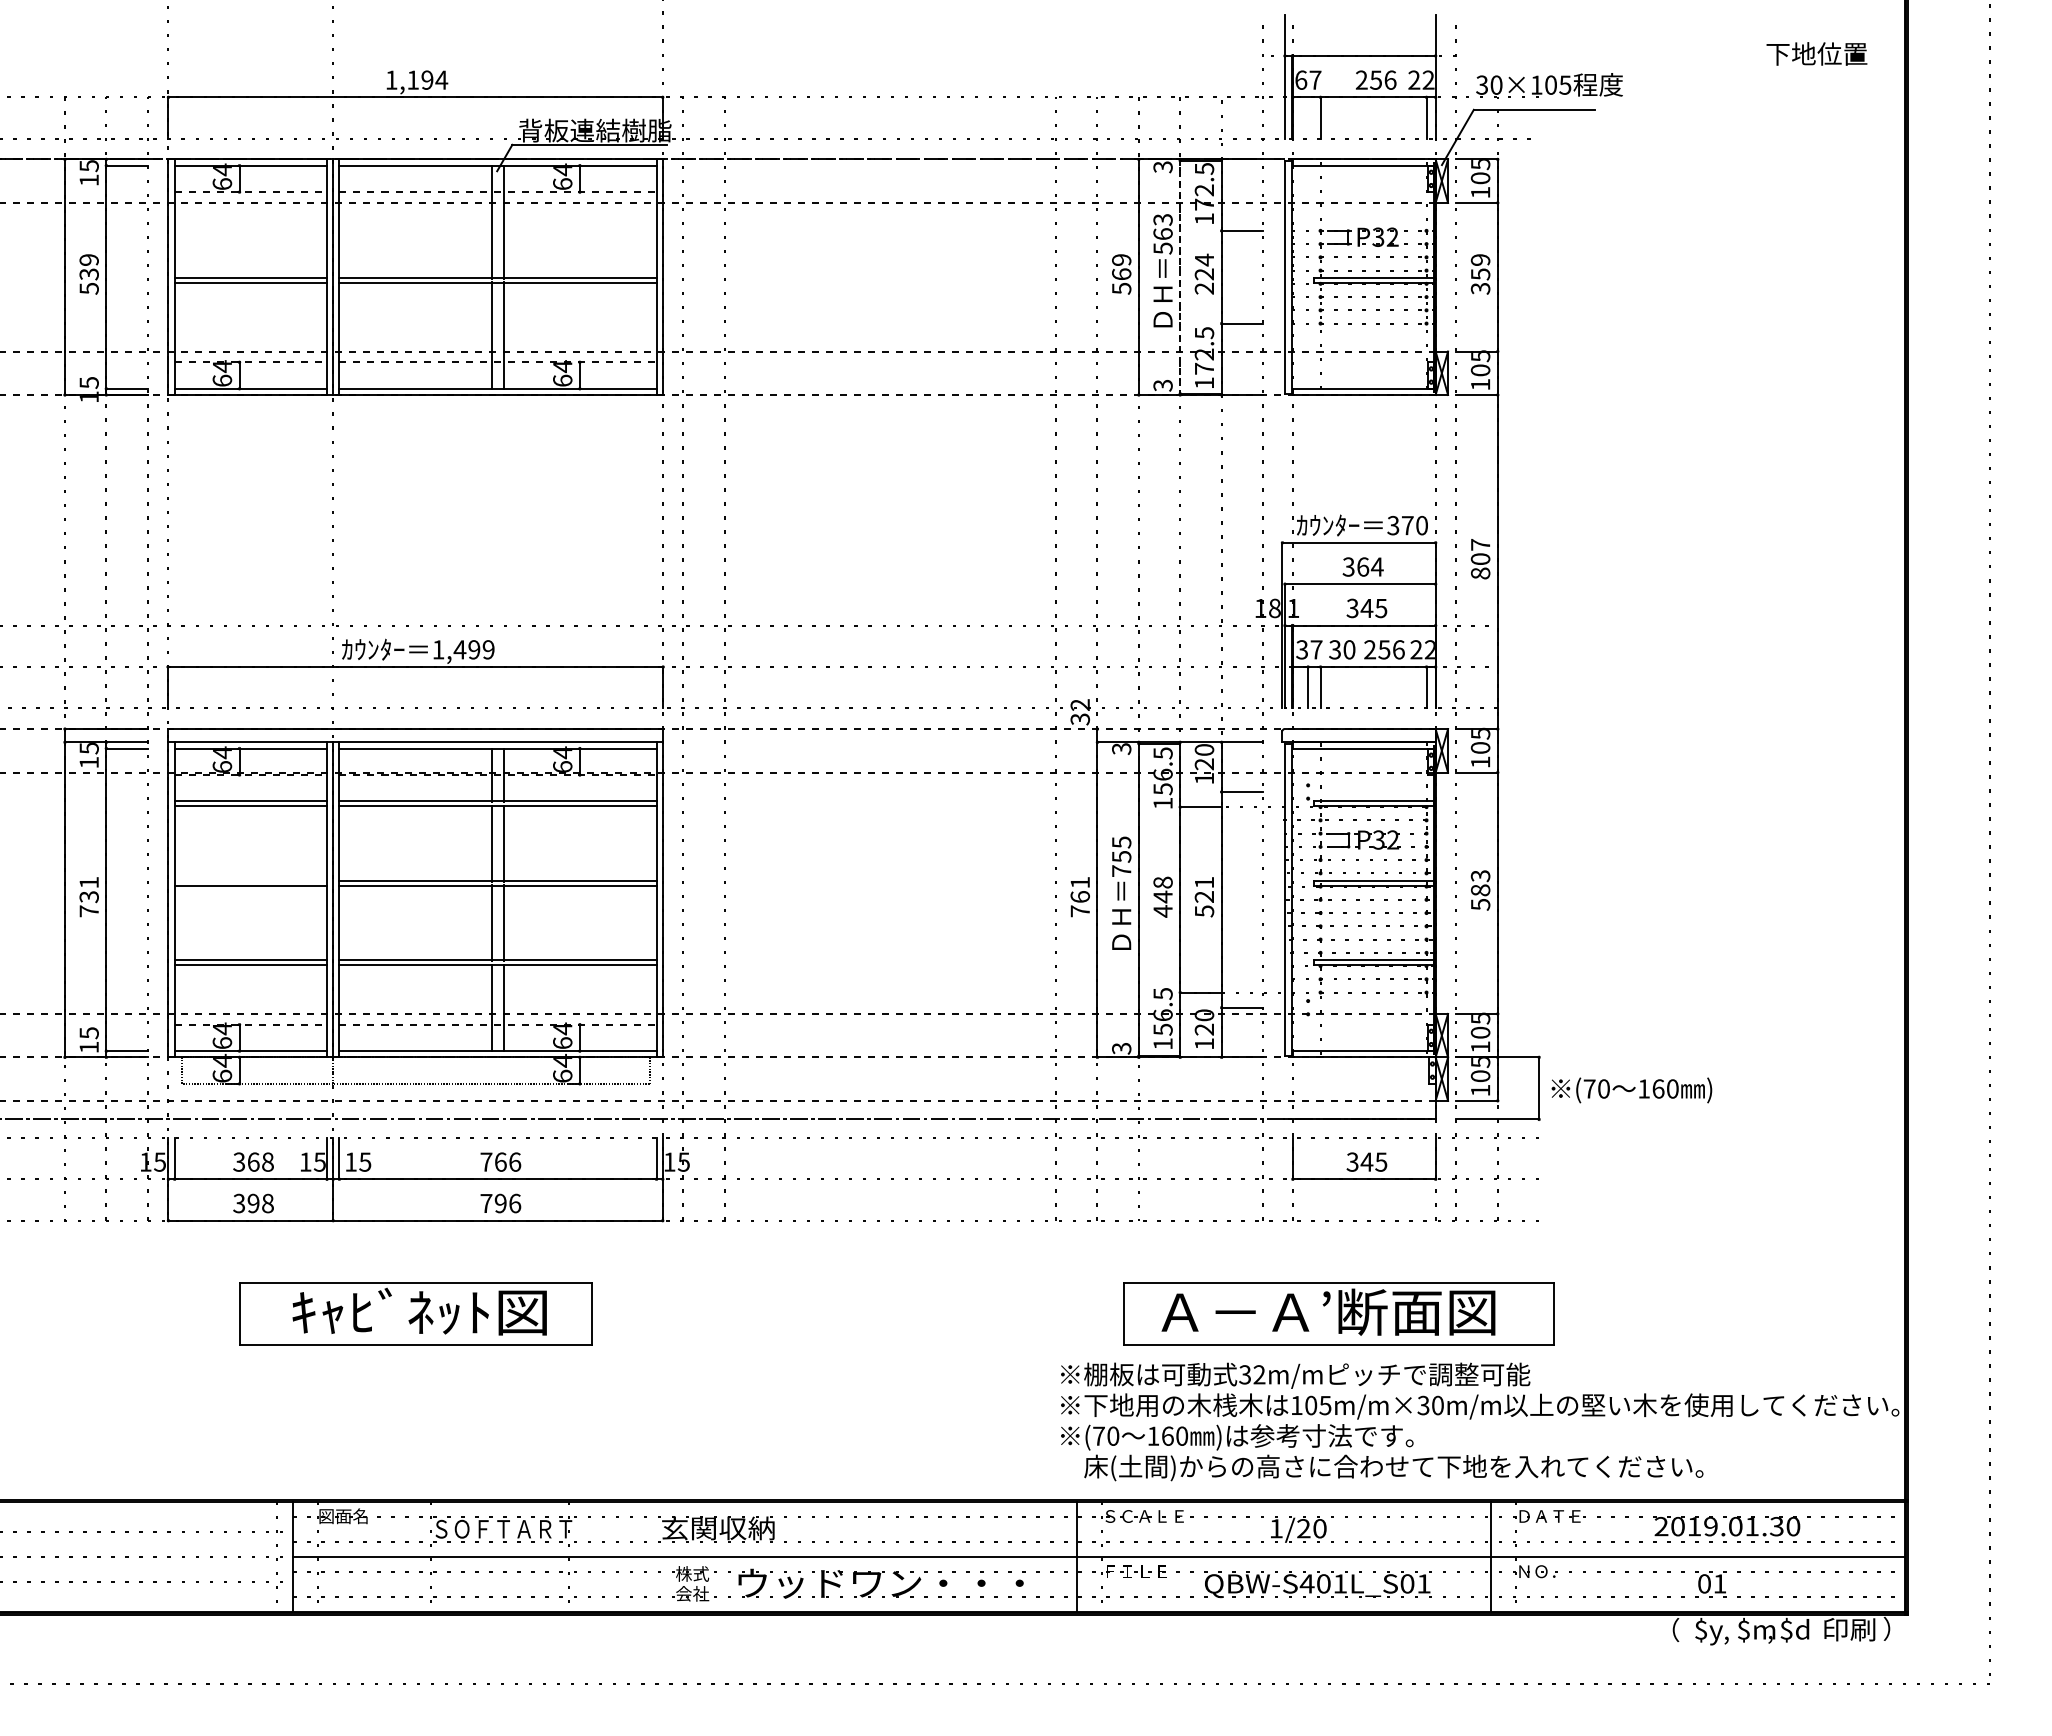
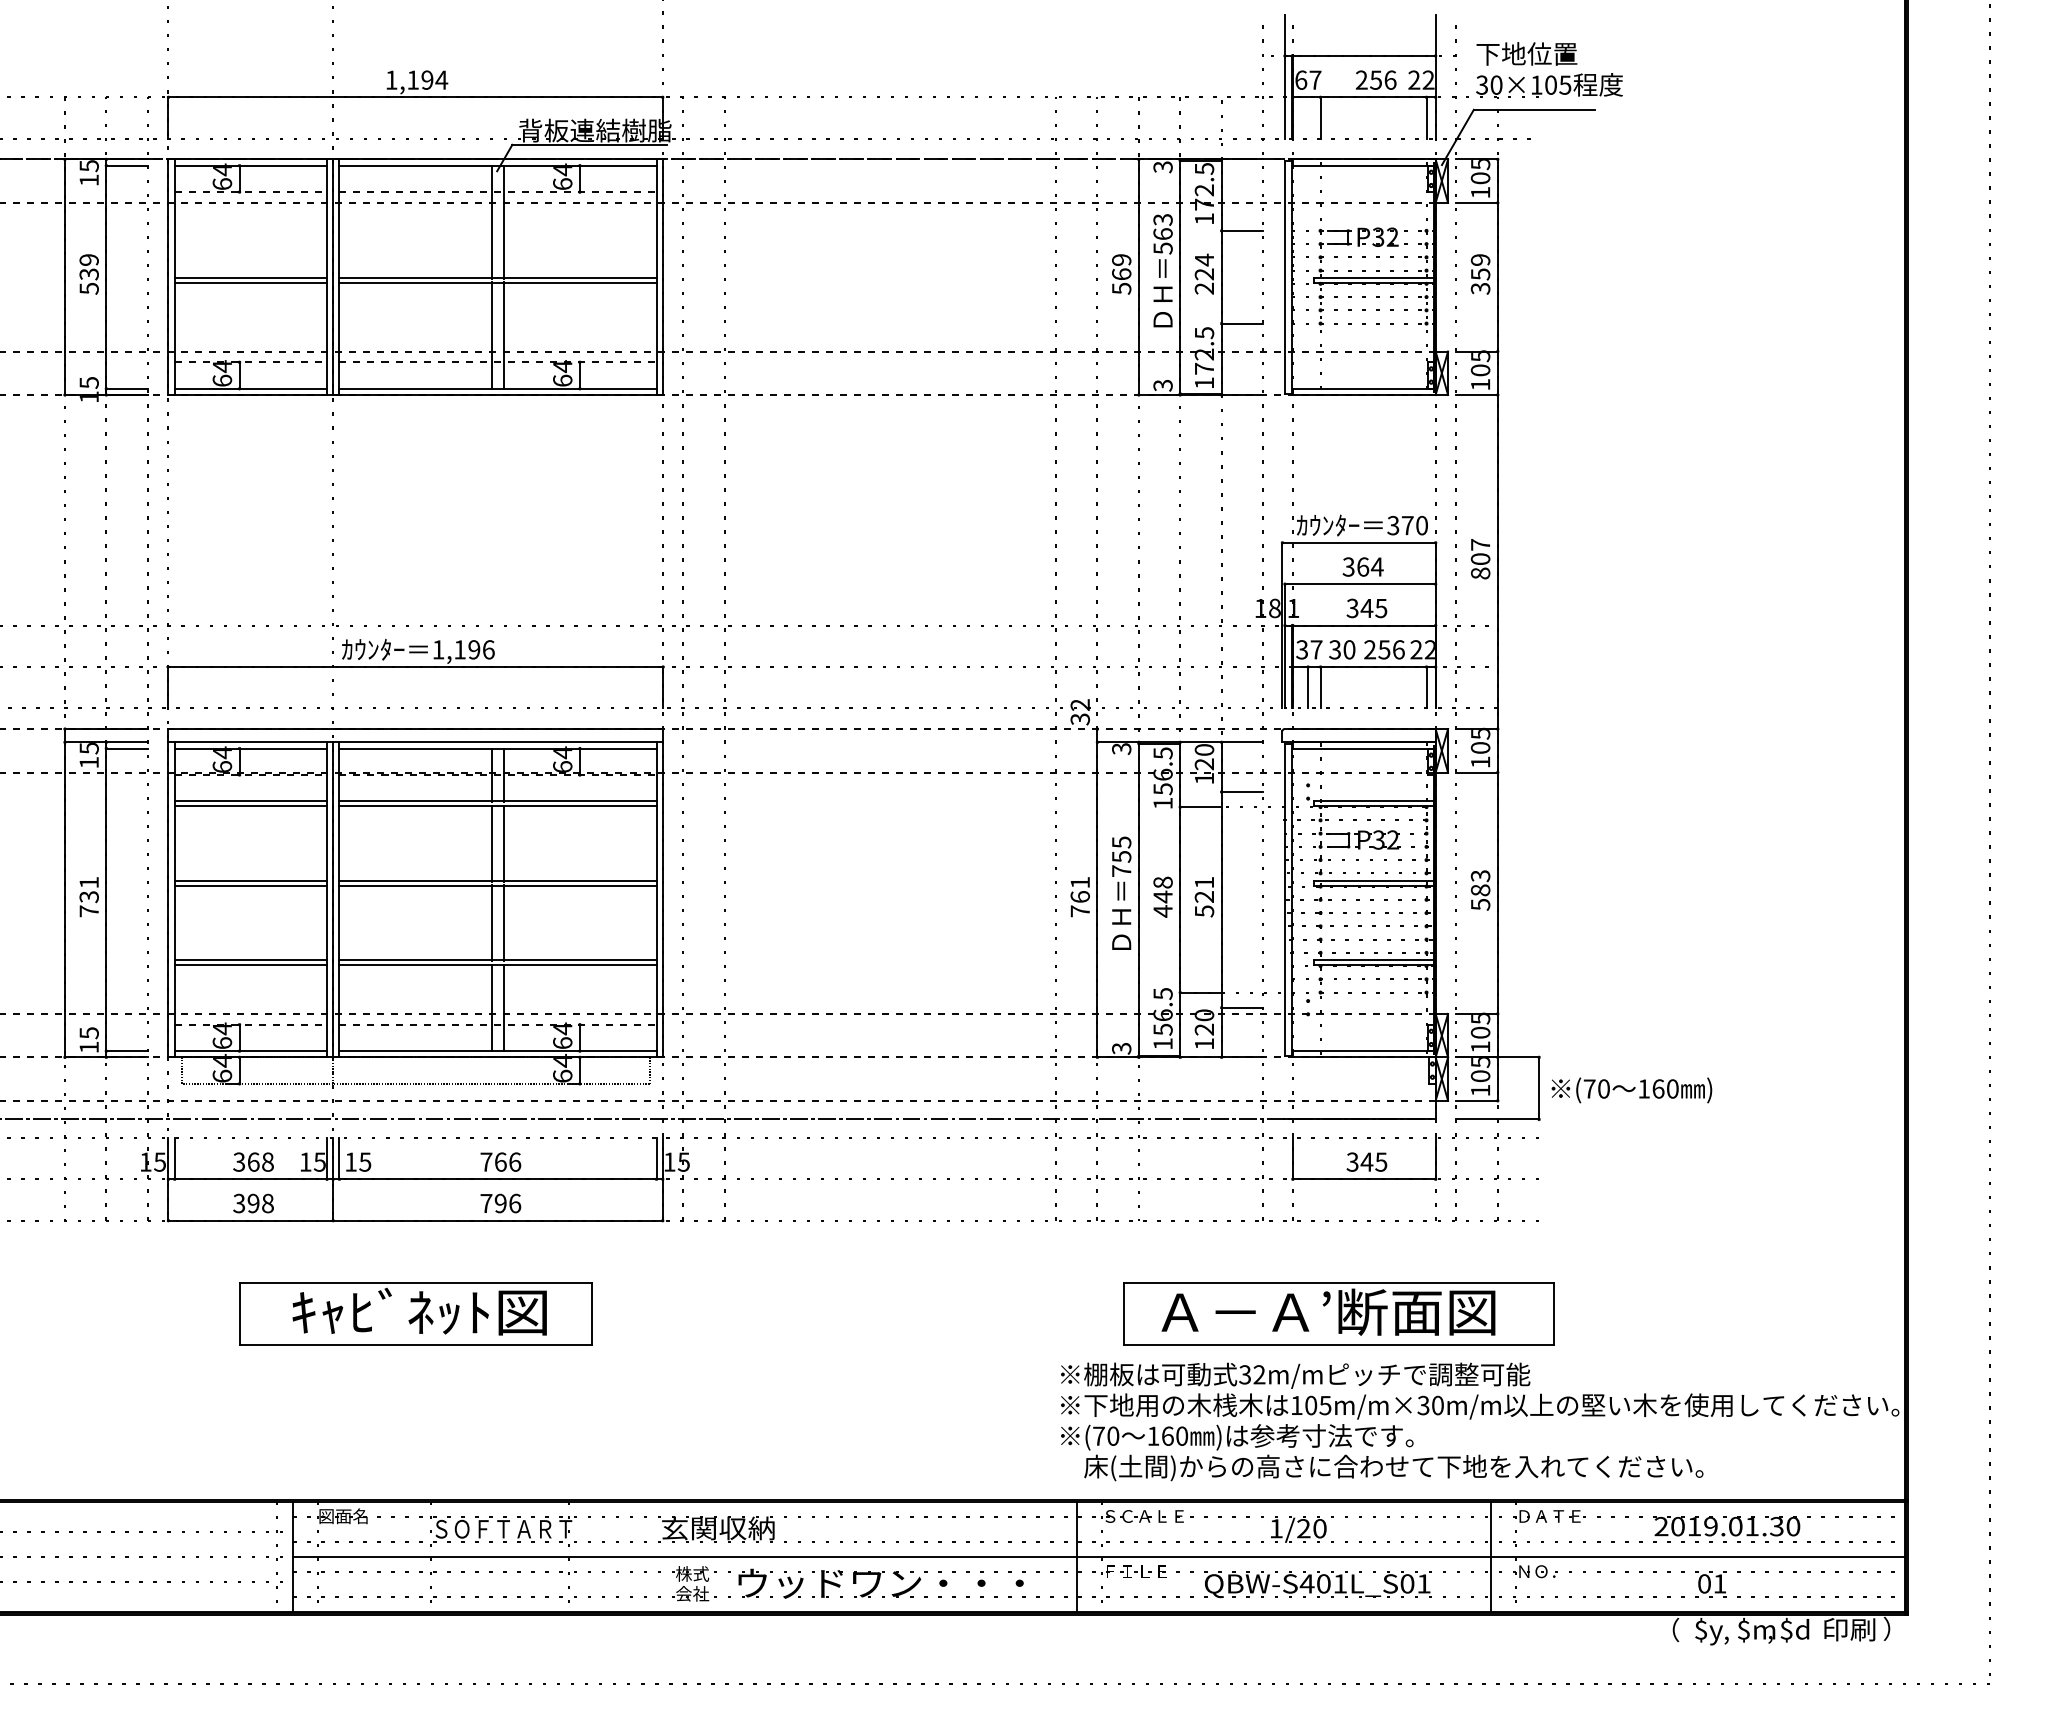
text at (1816, 53) position: (1816, 53) -> (1526, 53)
line at (1180, 277): dashed -> solid
text at (473, 649): 1,499 -> 1,196
line at (250, 880): none -> present
